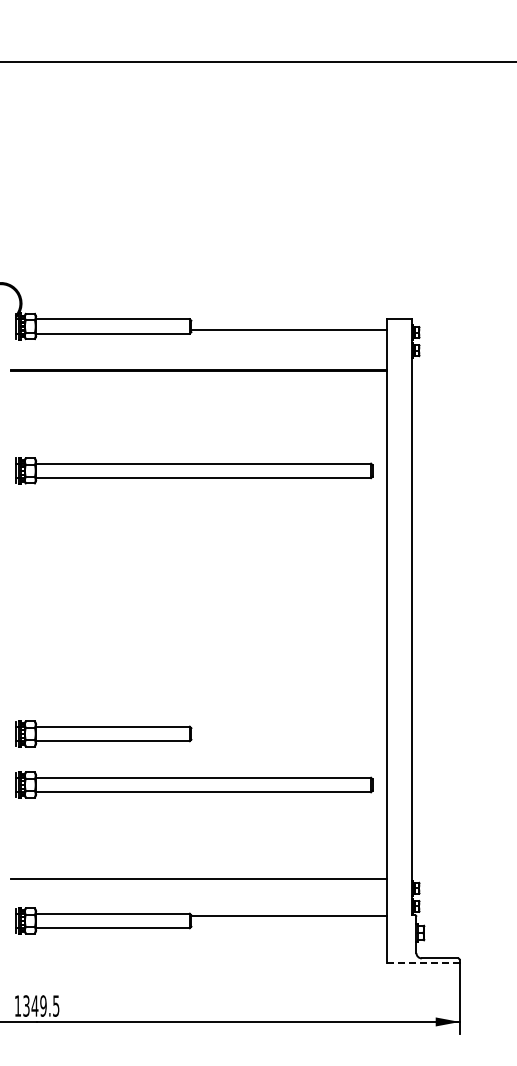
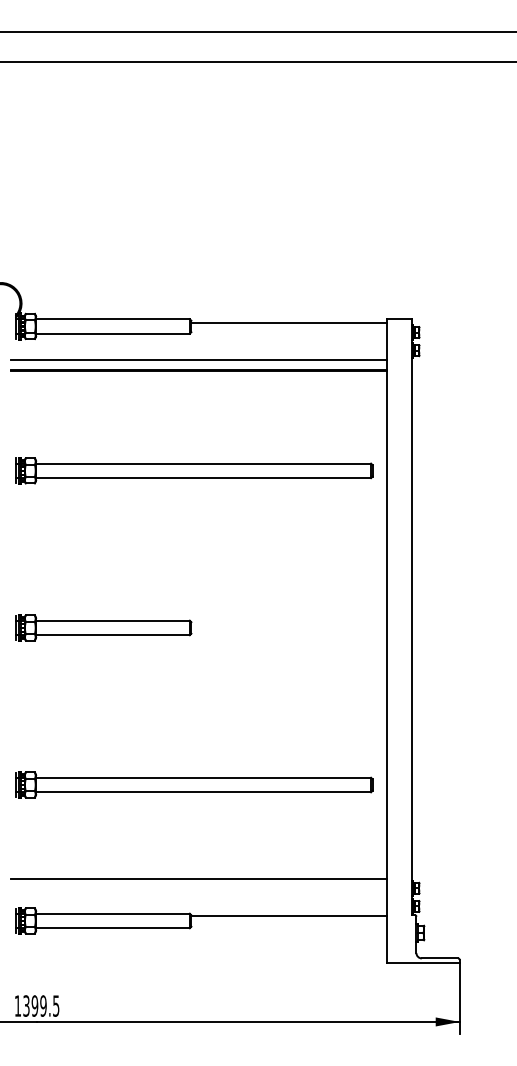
line at (257, 31): none -> present
line at (289, 330) position: (289, 330) -> (289, 323)
line at (198, 359): none -> present
part at (103, 733) position: (103, 733) -> (103, 627)
line at (424, 963): dashed -> solid
text at (34, 1005): 1349.5 -> 1399.5
